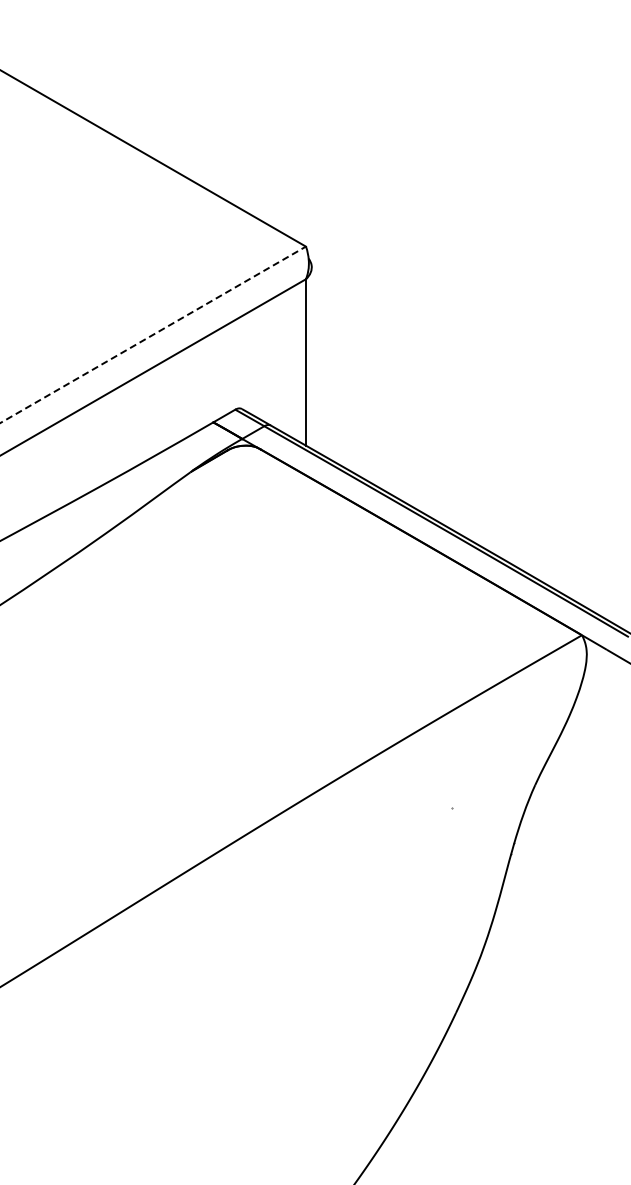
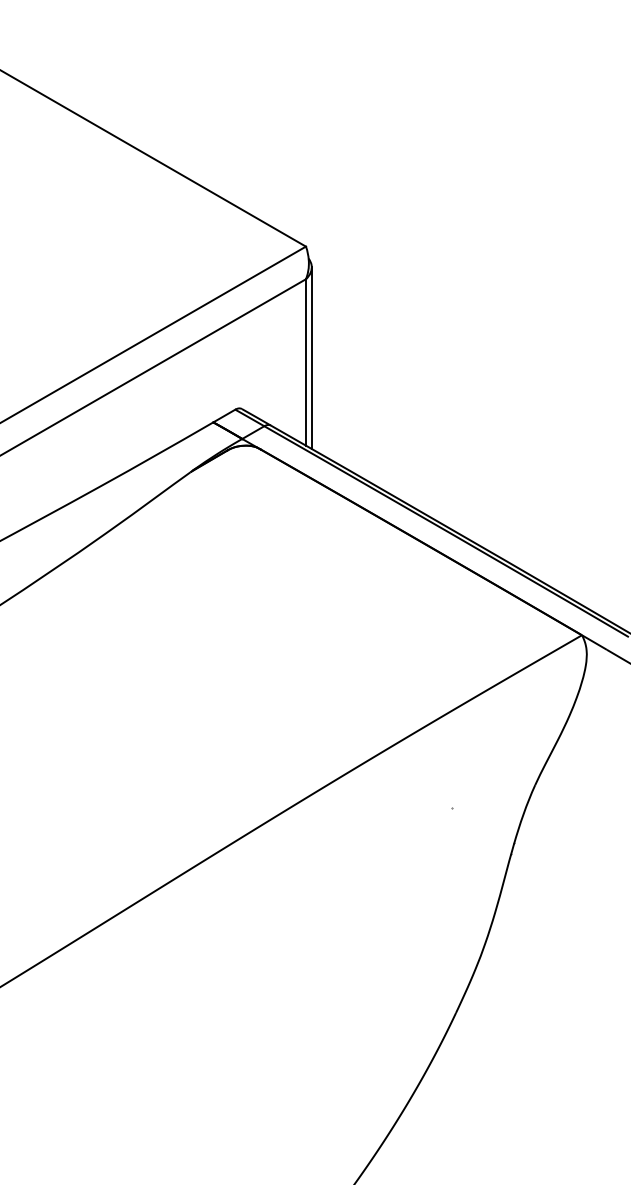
line at (153, 334): dashed -> solid
line at (311, 357): none -> present
